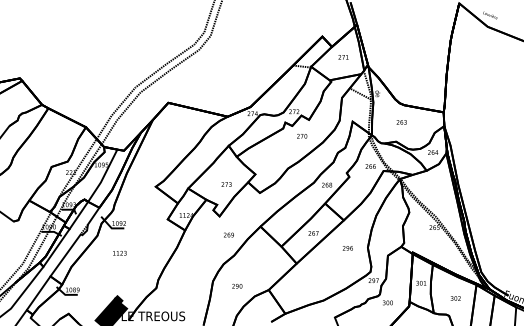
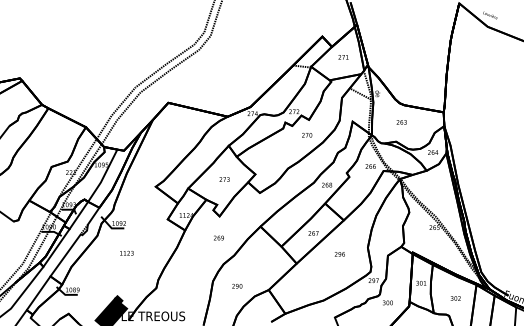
text at (302, 136) position: (302, 136) -> (307, 135)
text at (226, 184) position: (226, 184) -> (224, 179)
text at (228, 234) position: (228, 234) -> (218, 237)
text at (347, 248) position: (347, 248) -> (339, 254)
text at (119, 253) position: (119, 253) -> (126, 253)
